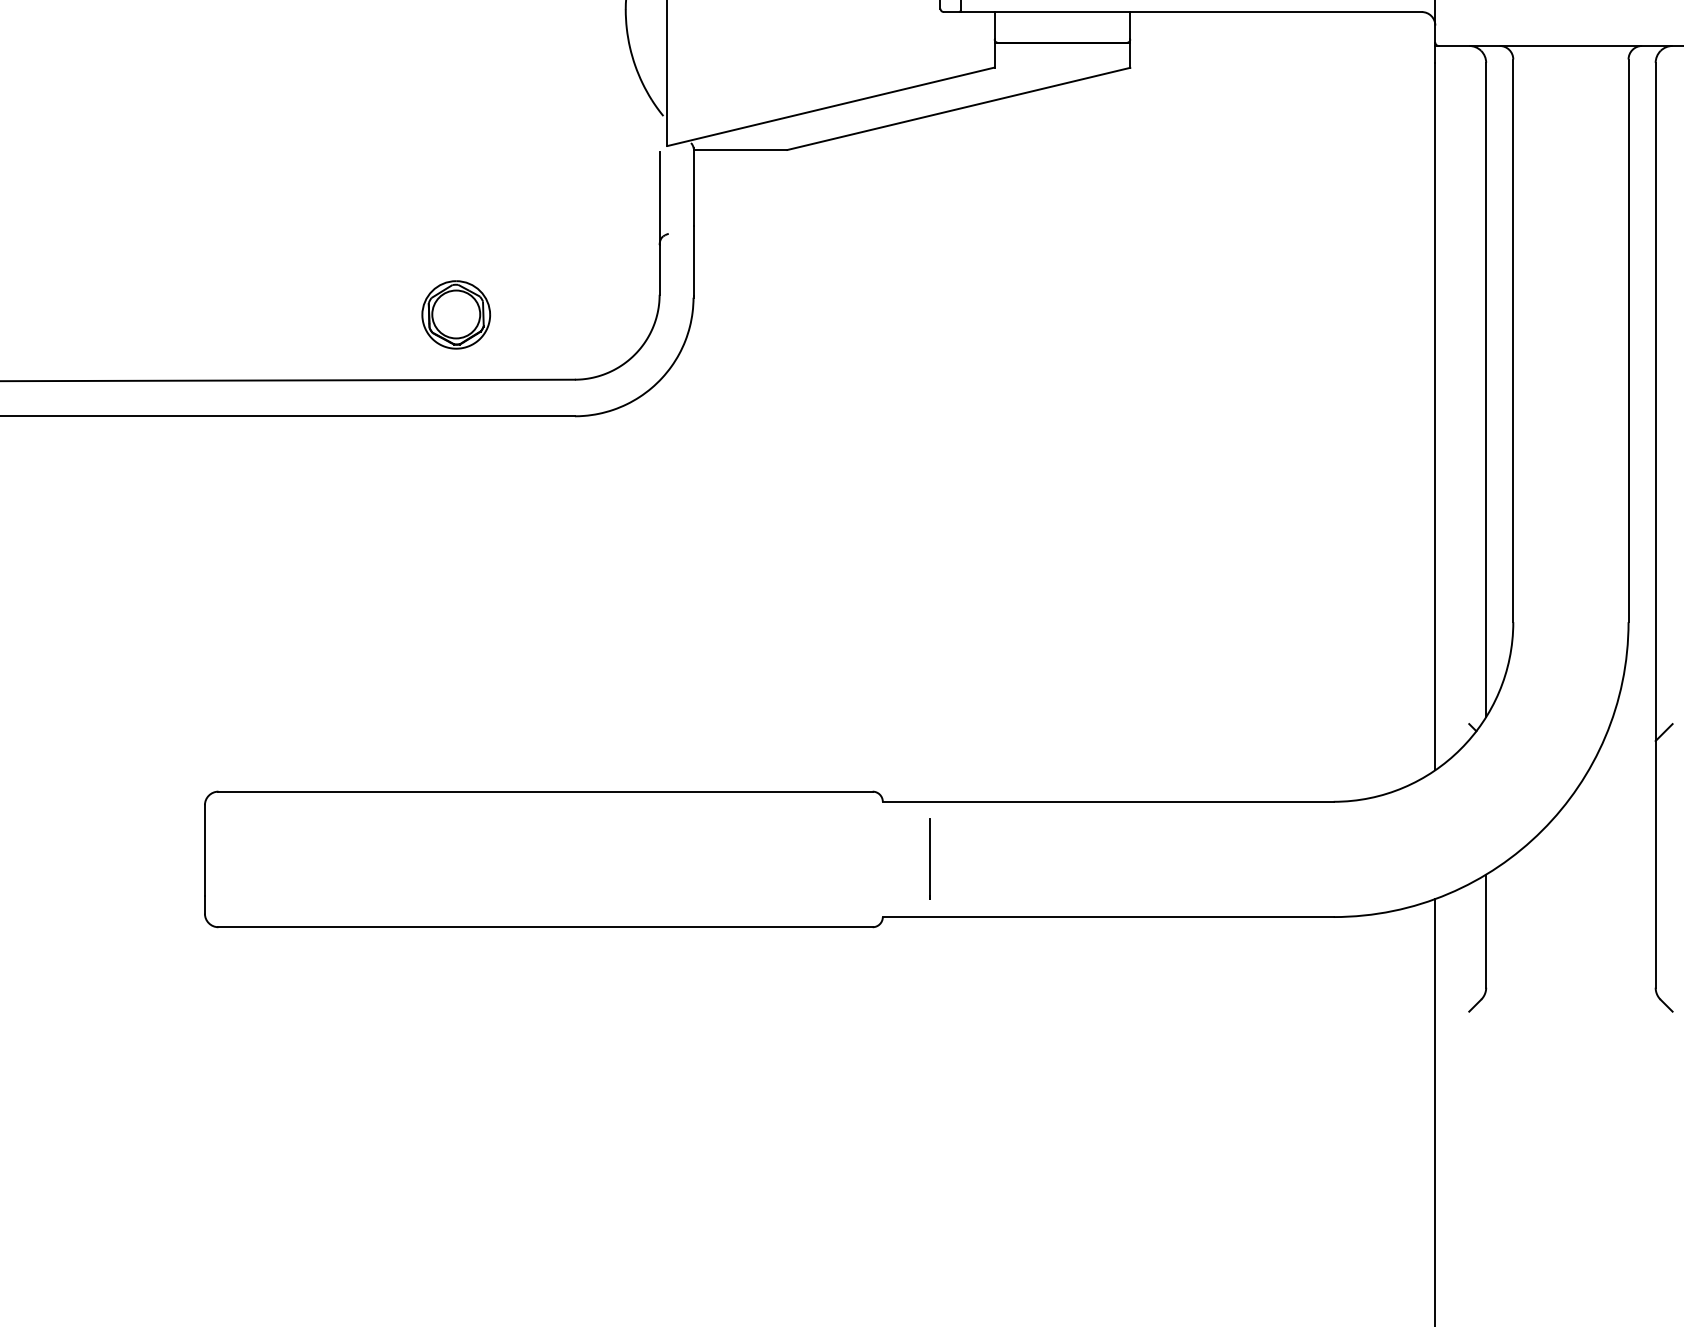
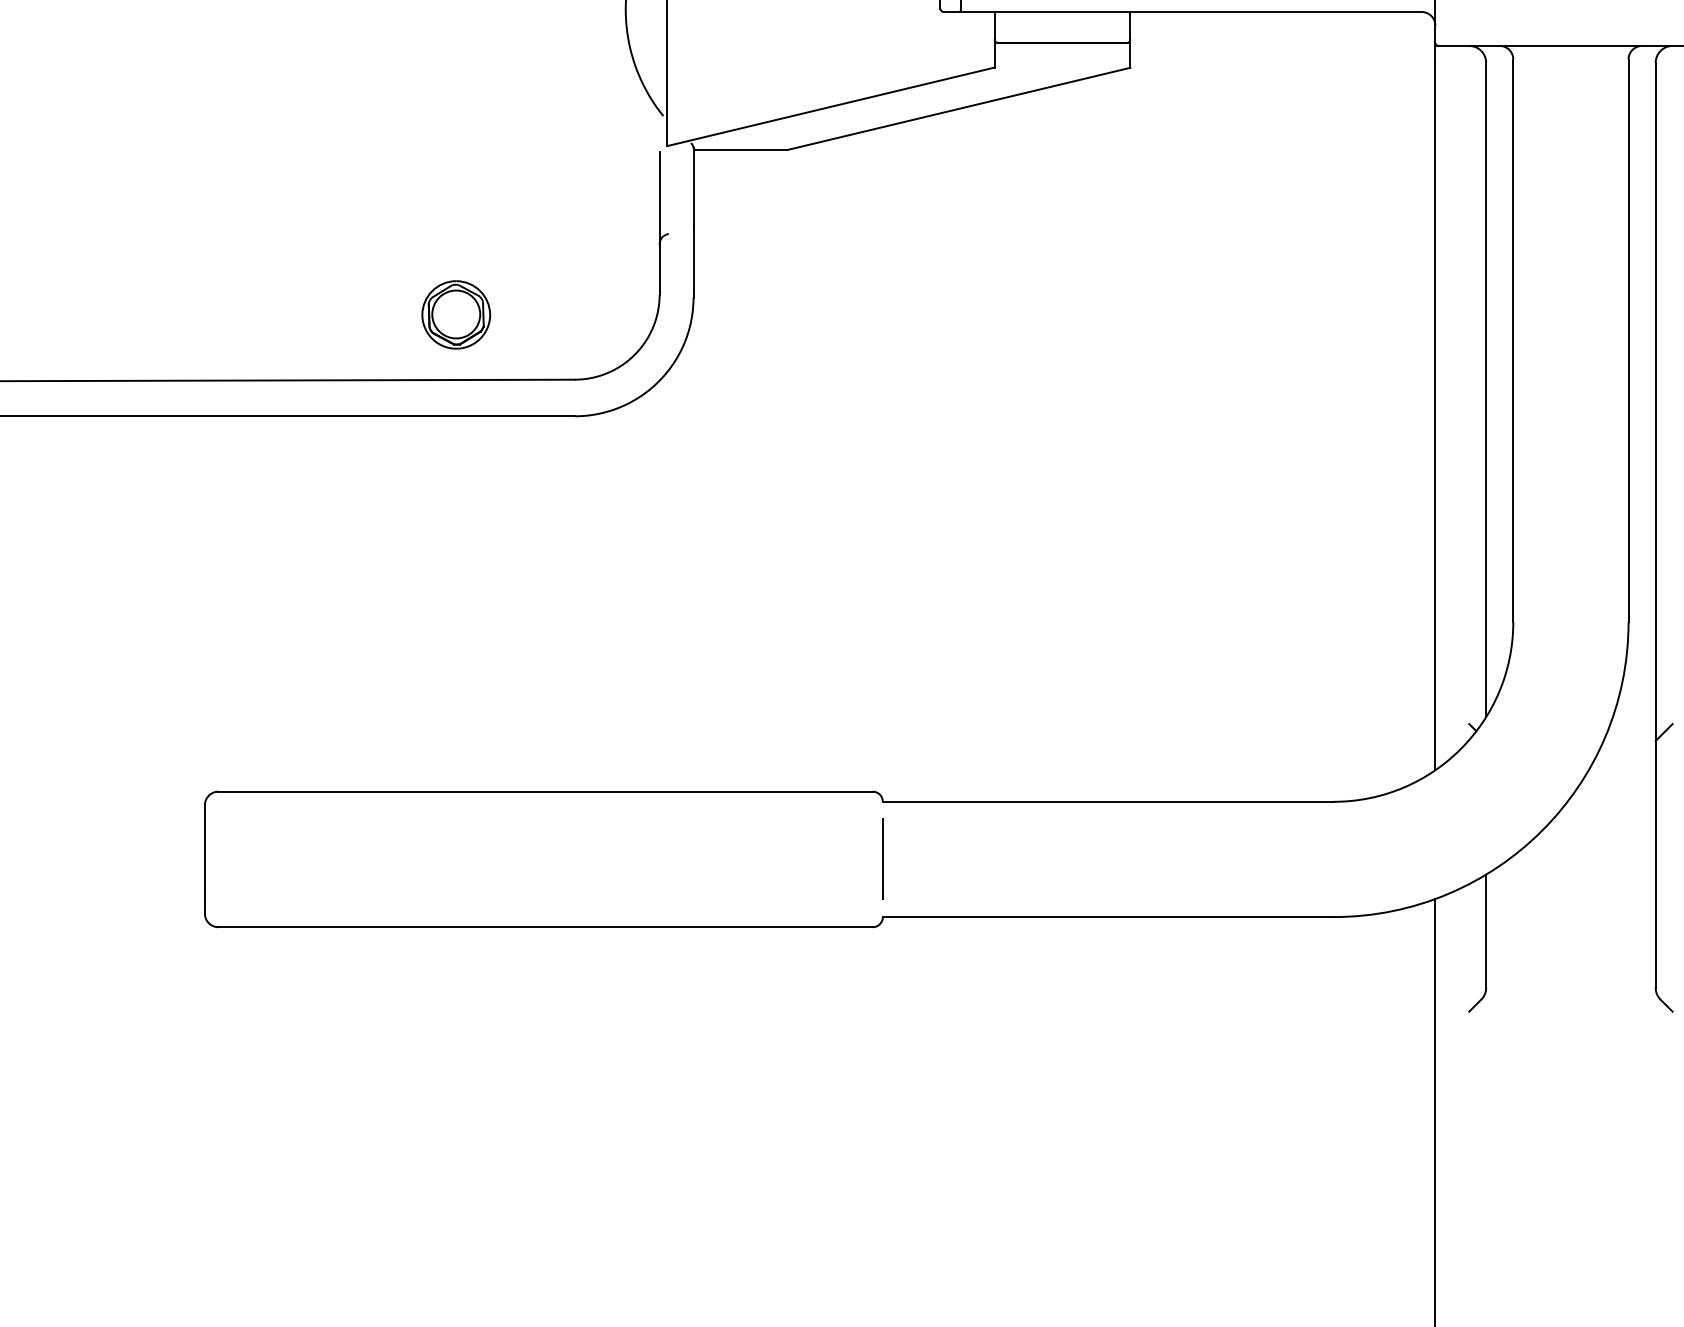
line at (929, 858) position: (929, 858) -> (882, 858)
